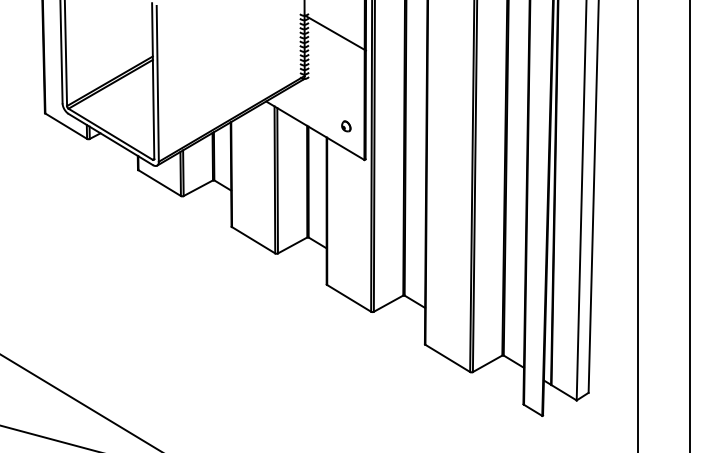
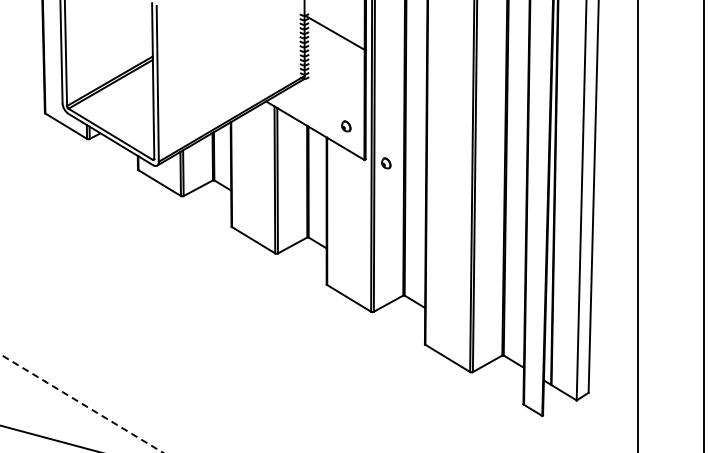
part at (386, 163): none -> present
line at (689, 225) position: (689, 225) -> (703, 225)
line at (82, 403): solid -> dashed
